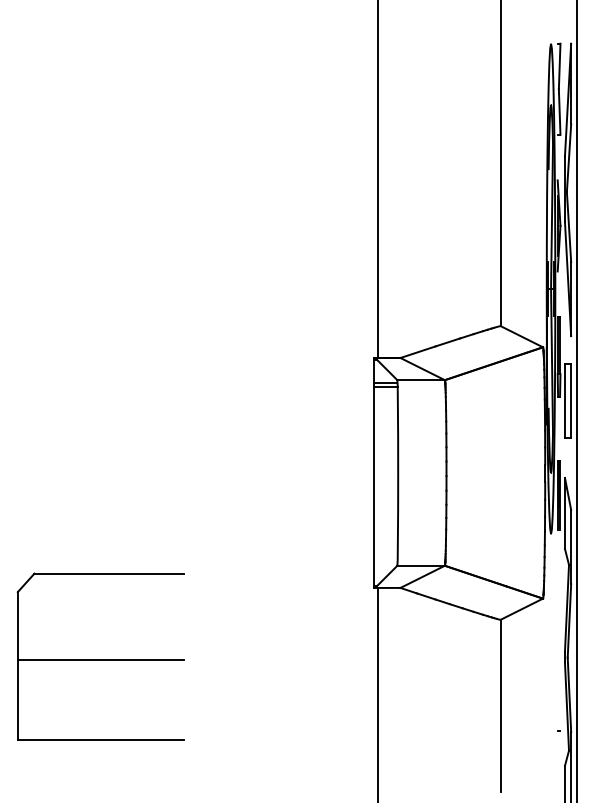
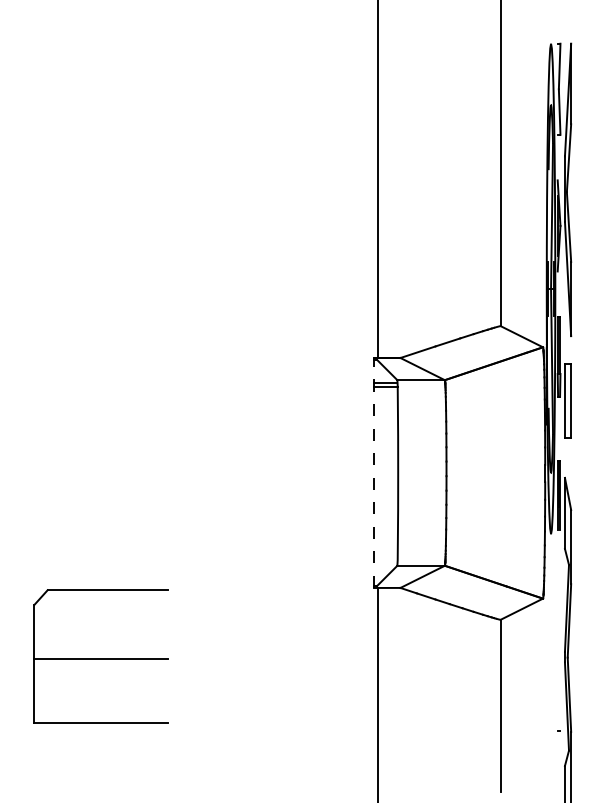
line at (576, 400): present -> none
line at (374, 472): solid -> dashed
part at (100, 656) size: 169x169 px -> 136x135 px
